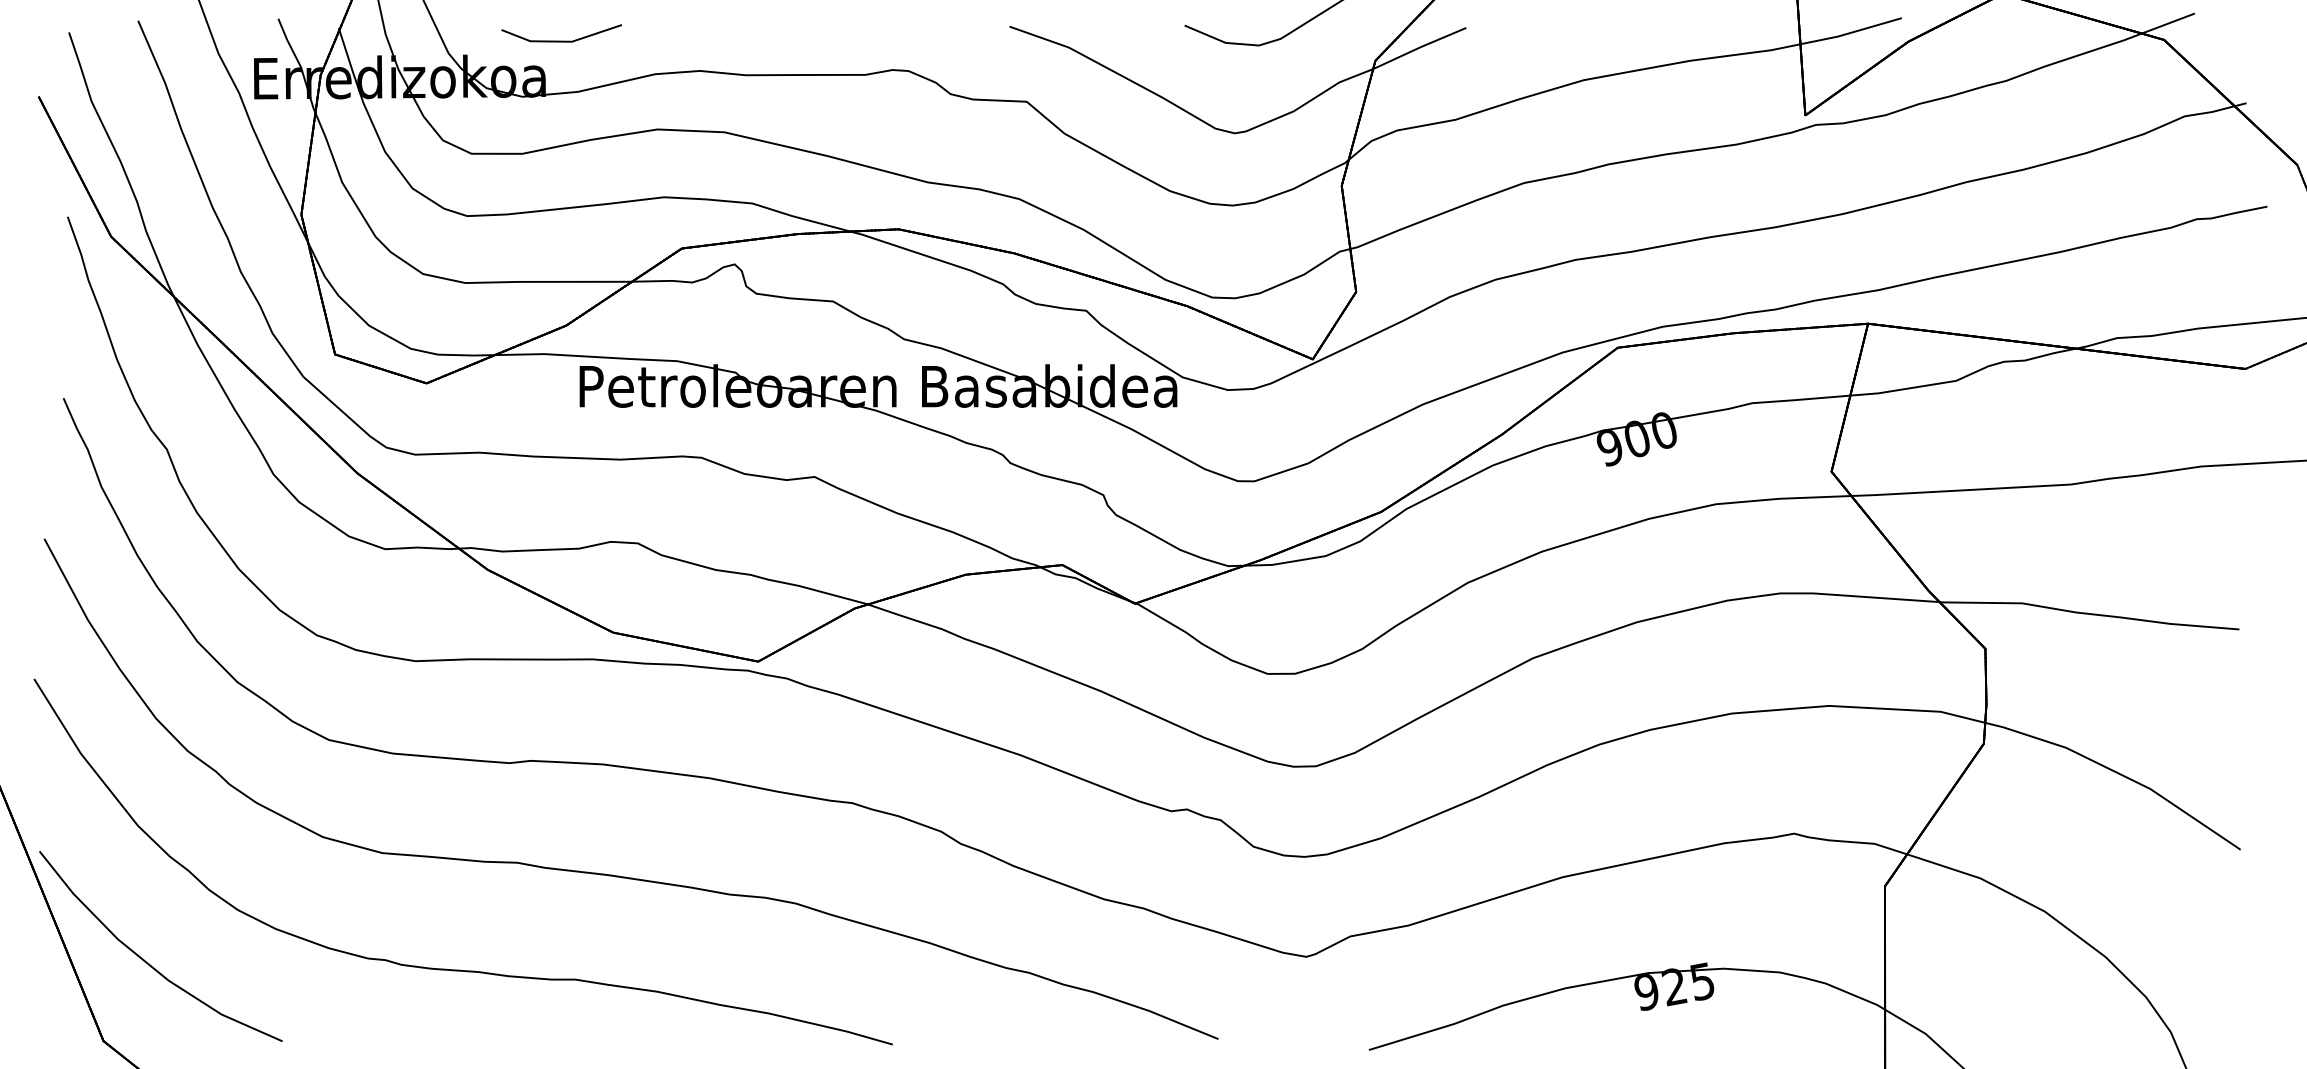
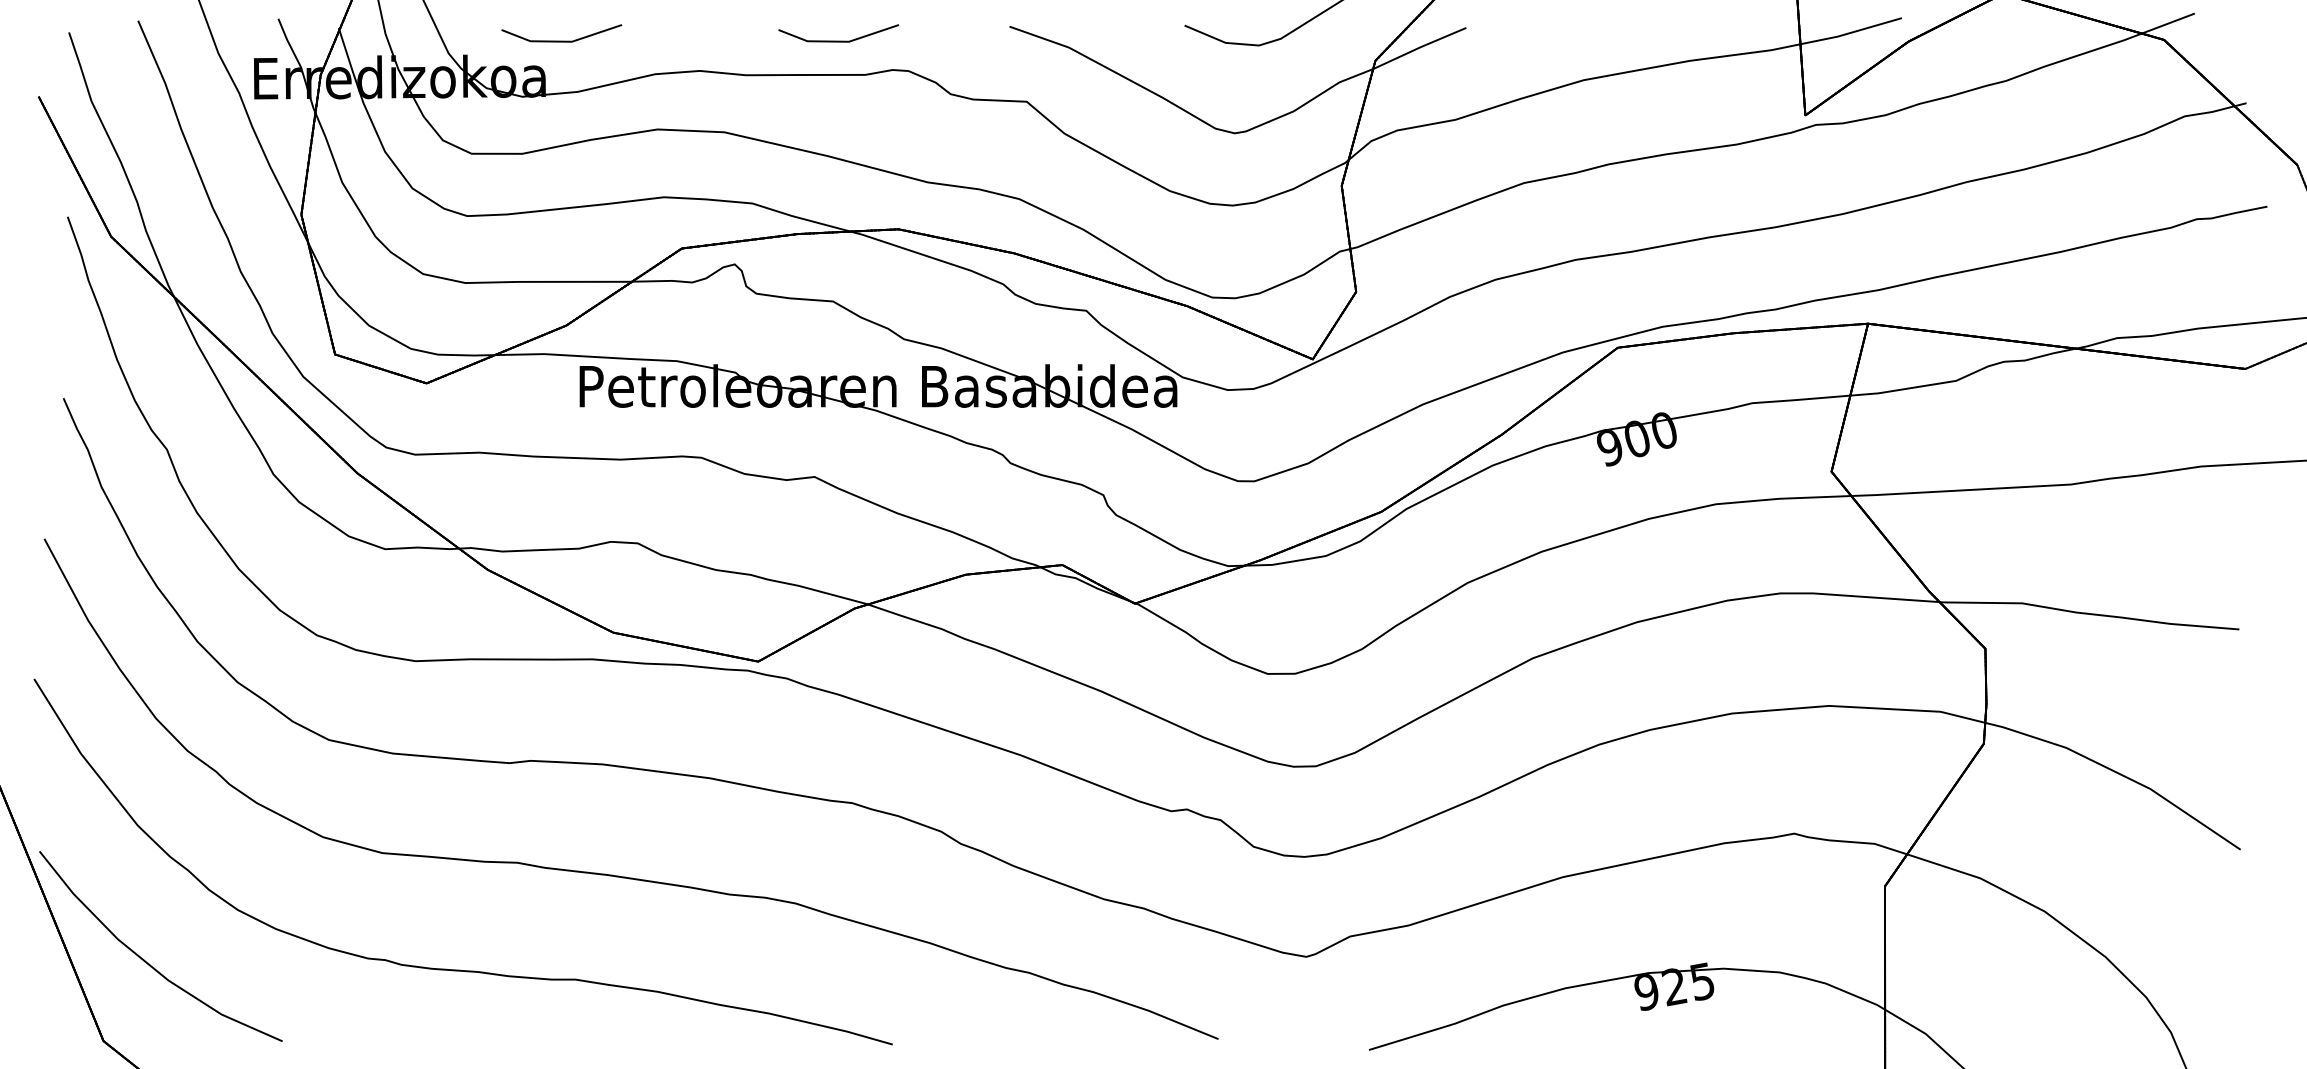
line at (838, 40): none -> present
